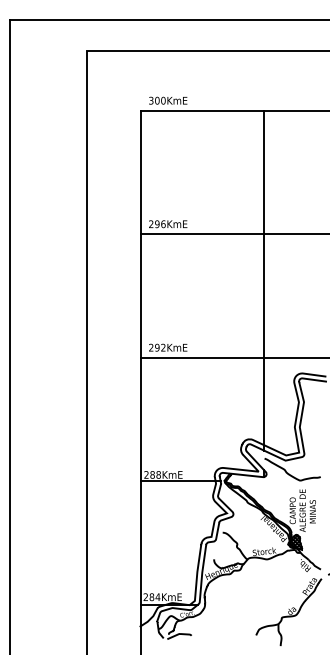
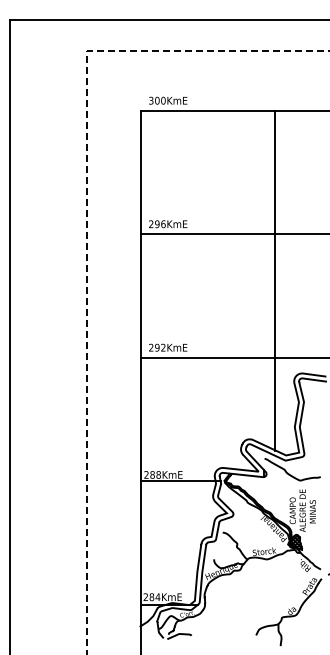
line at (86, 230): solid -> dashed
line at (264, 280) position: (264, 280) -> (275, 280)
